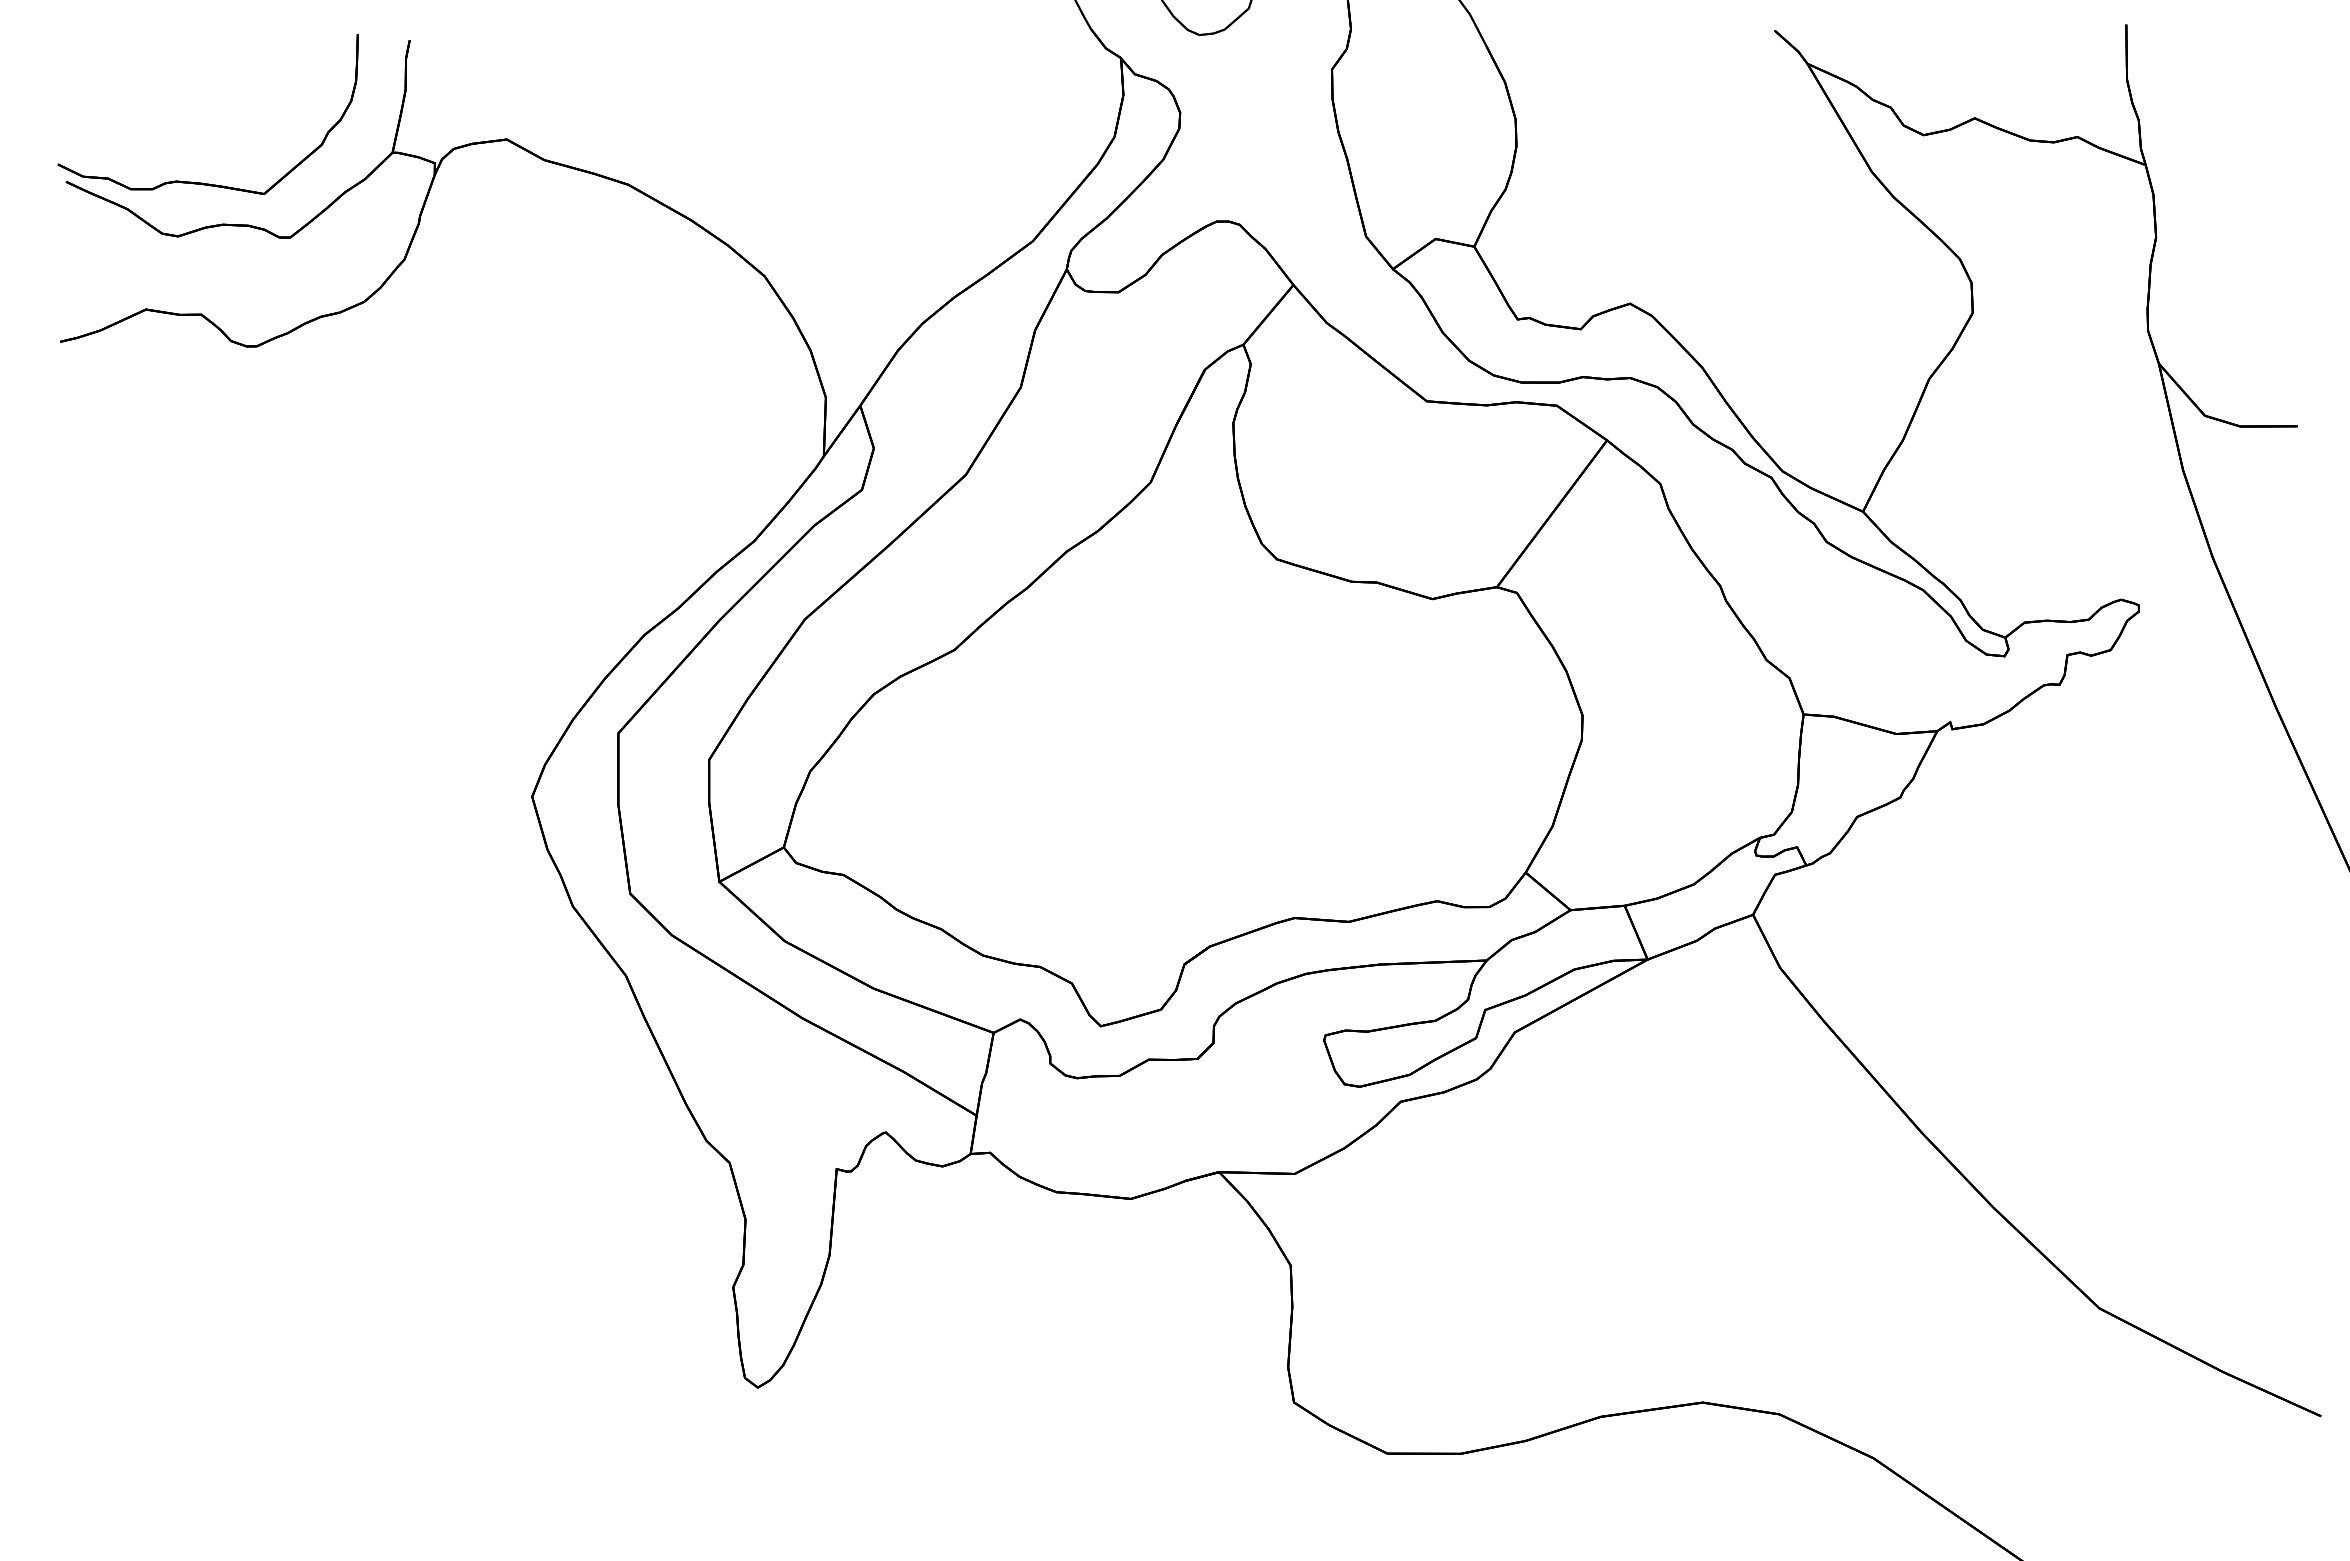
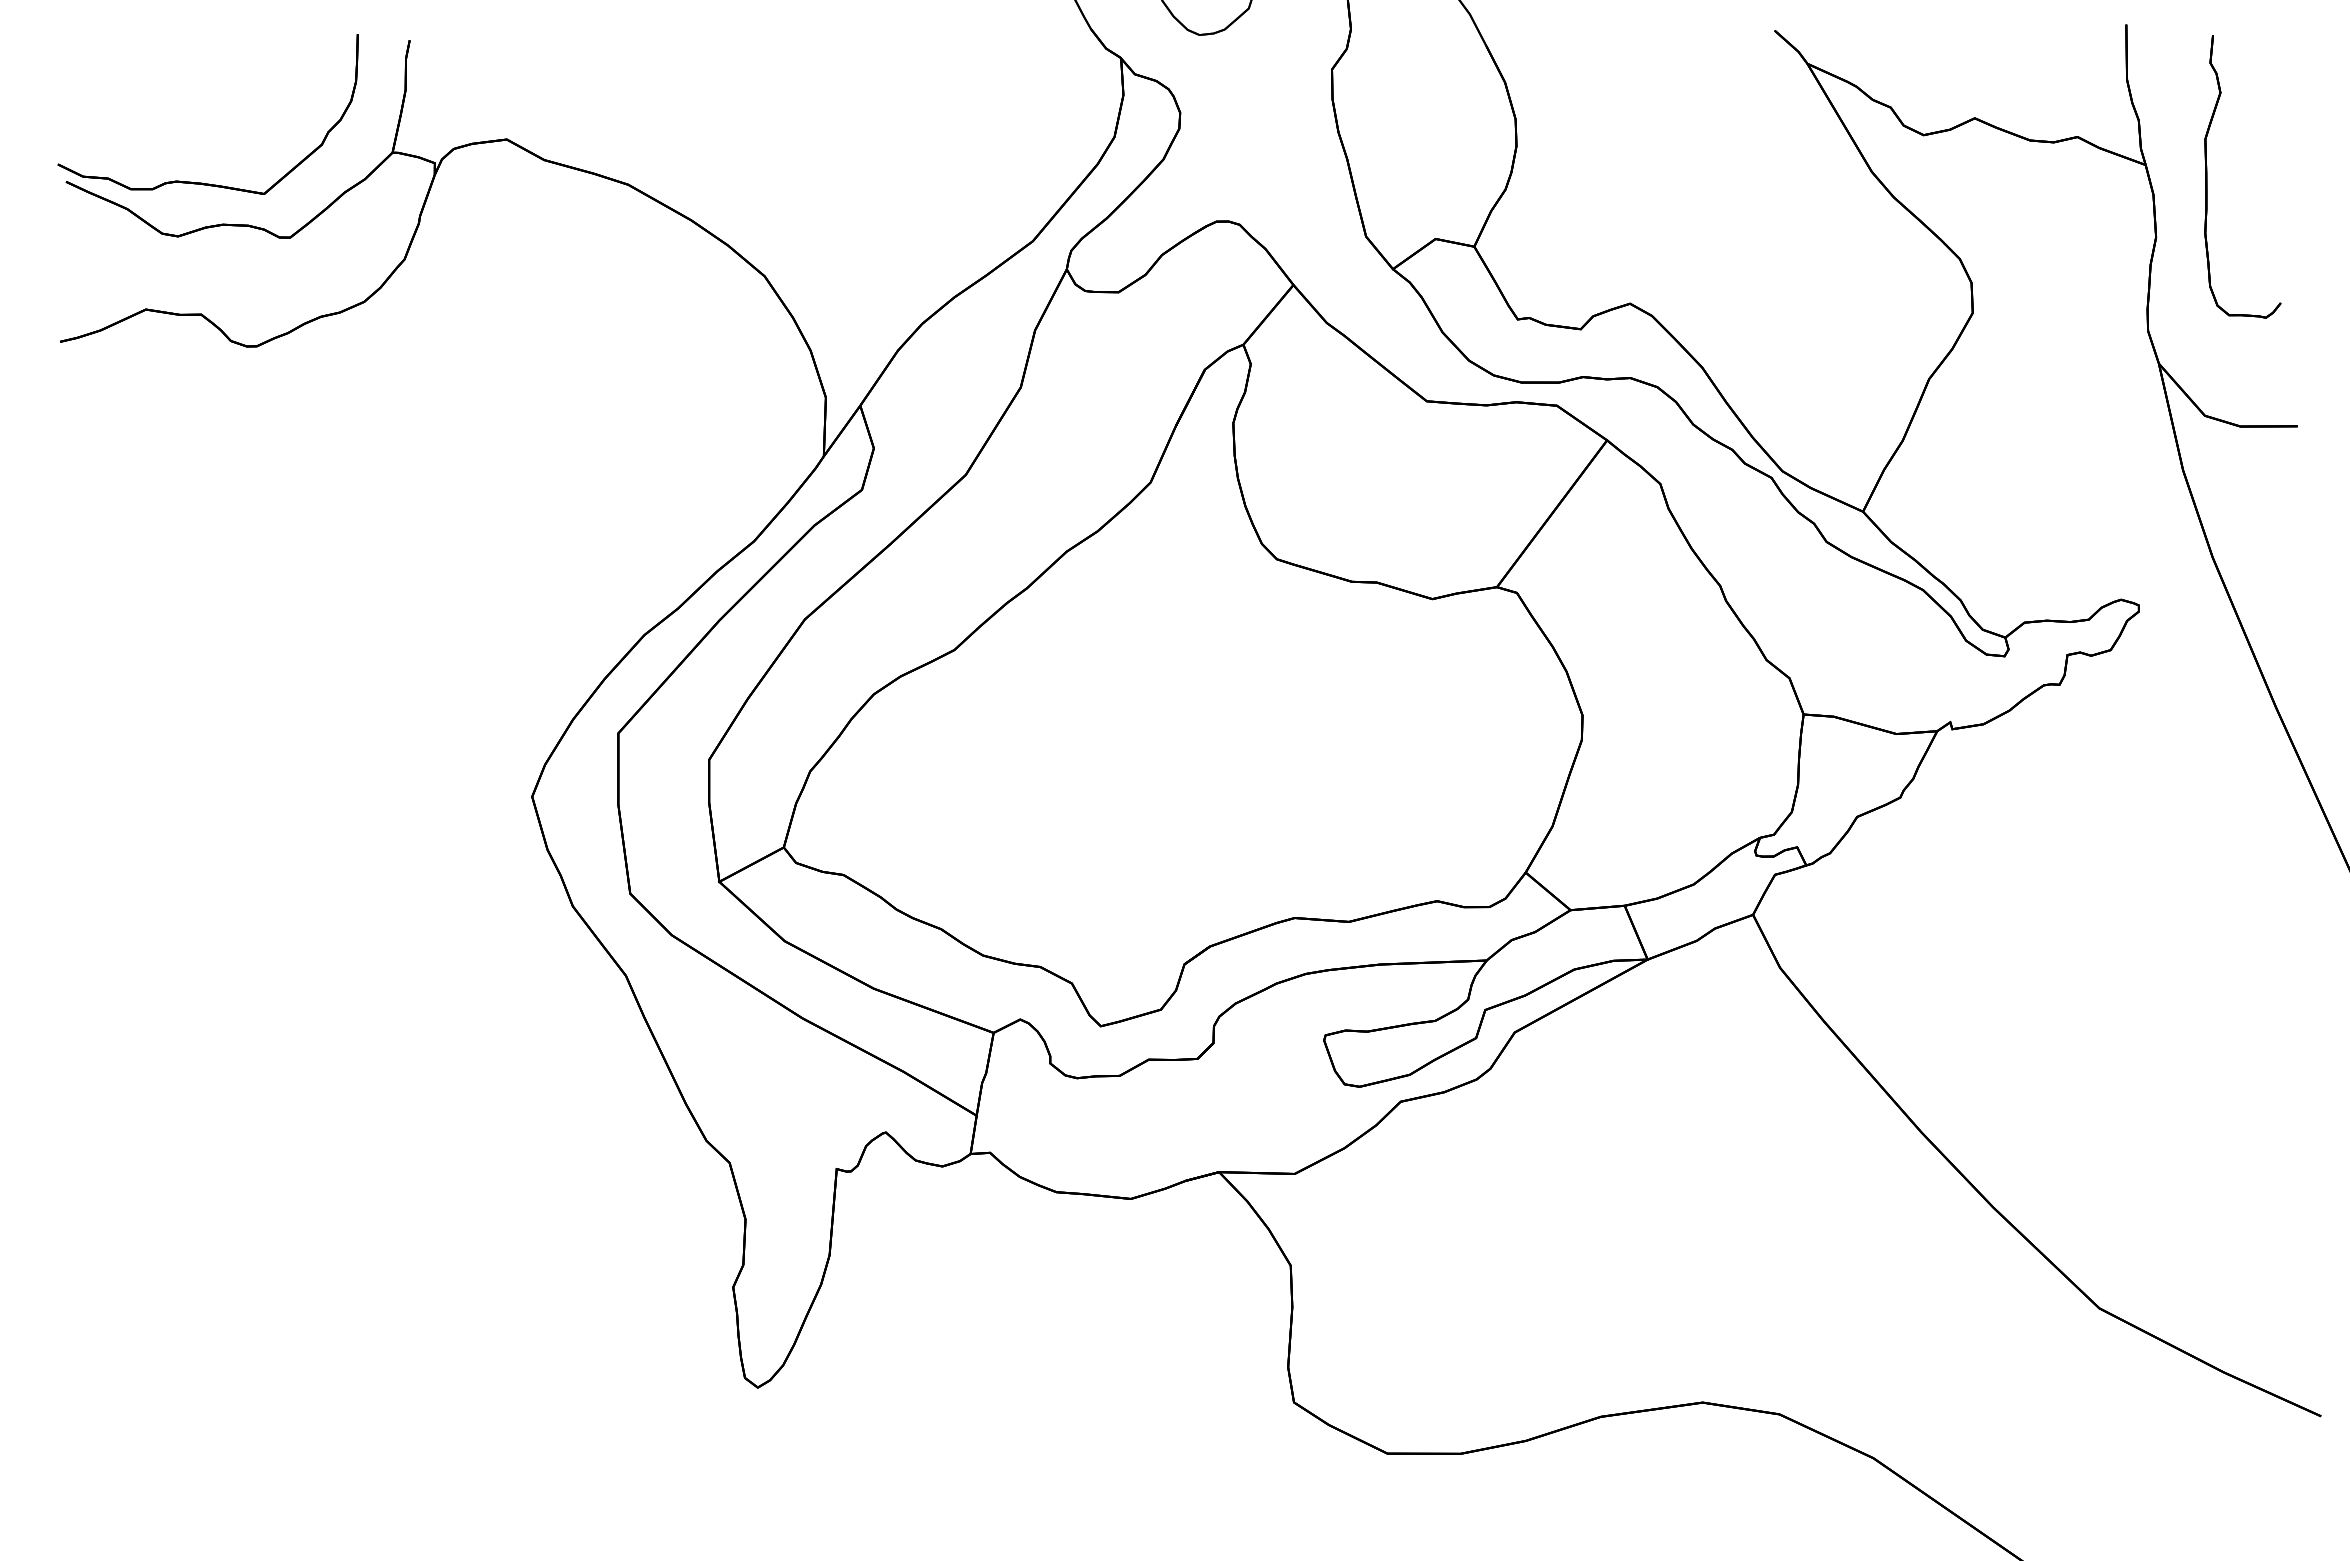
part at (2207, 176): none -> present
